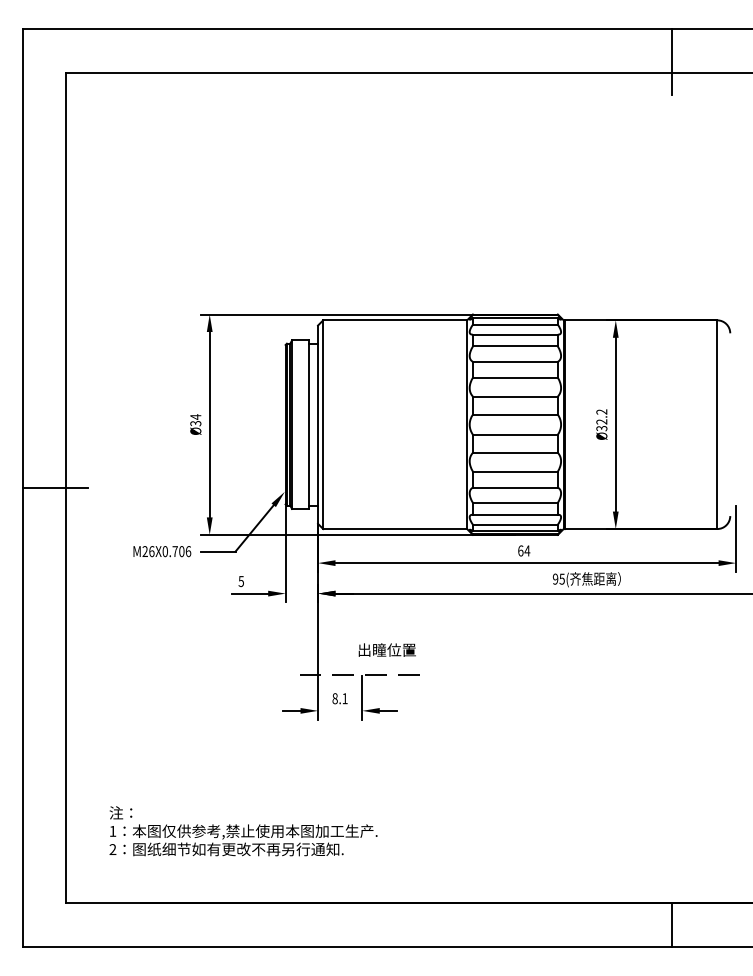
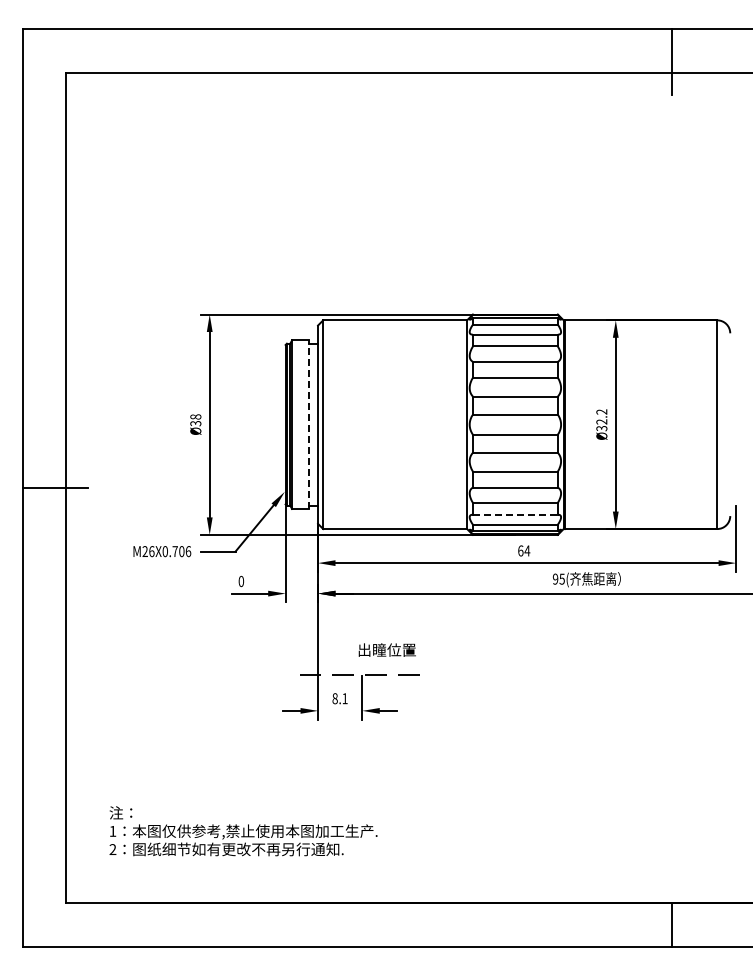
text at (195, 416): Ø34 -> Ø38
line at (308, 424): solid -> dashed
line at (515, 514): solid -> dashed
text at (241, 580): 5 -> 0
